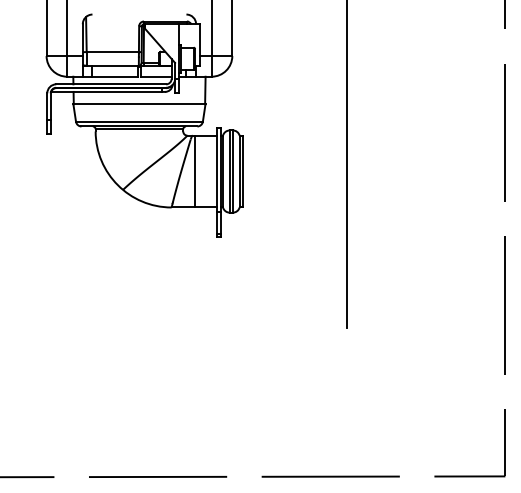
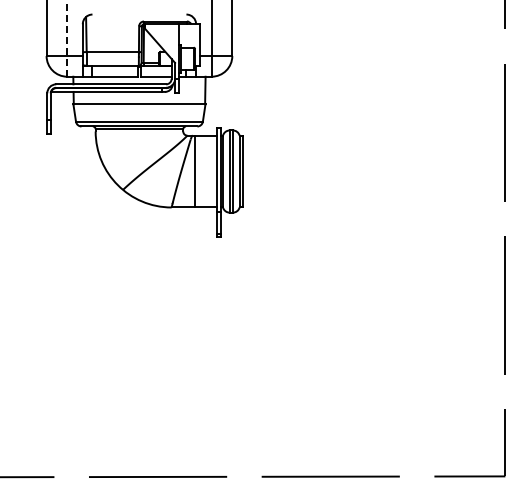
line at (67, 38): solid -> dashed
line at (347, 164): present -> none
